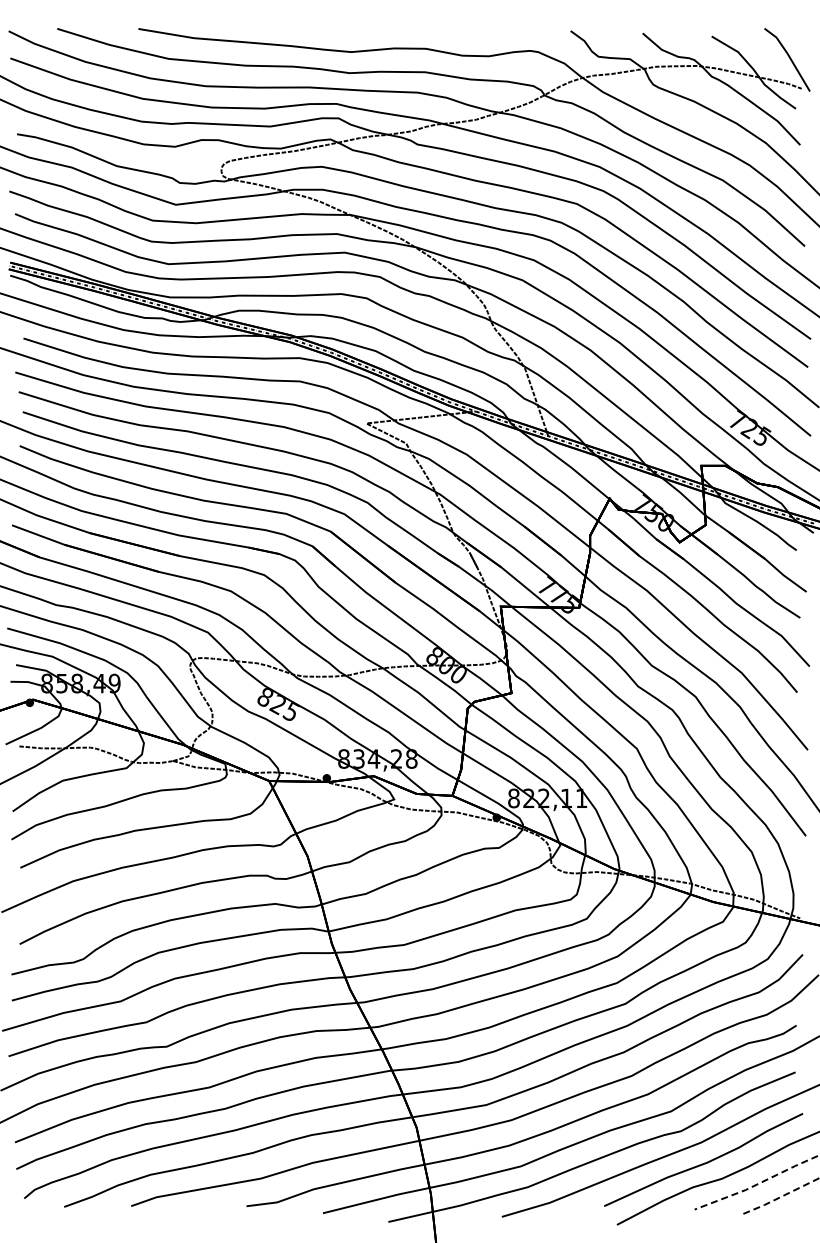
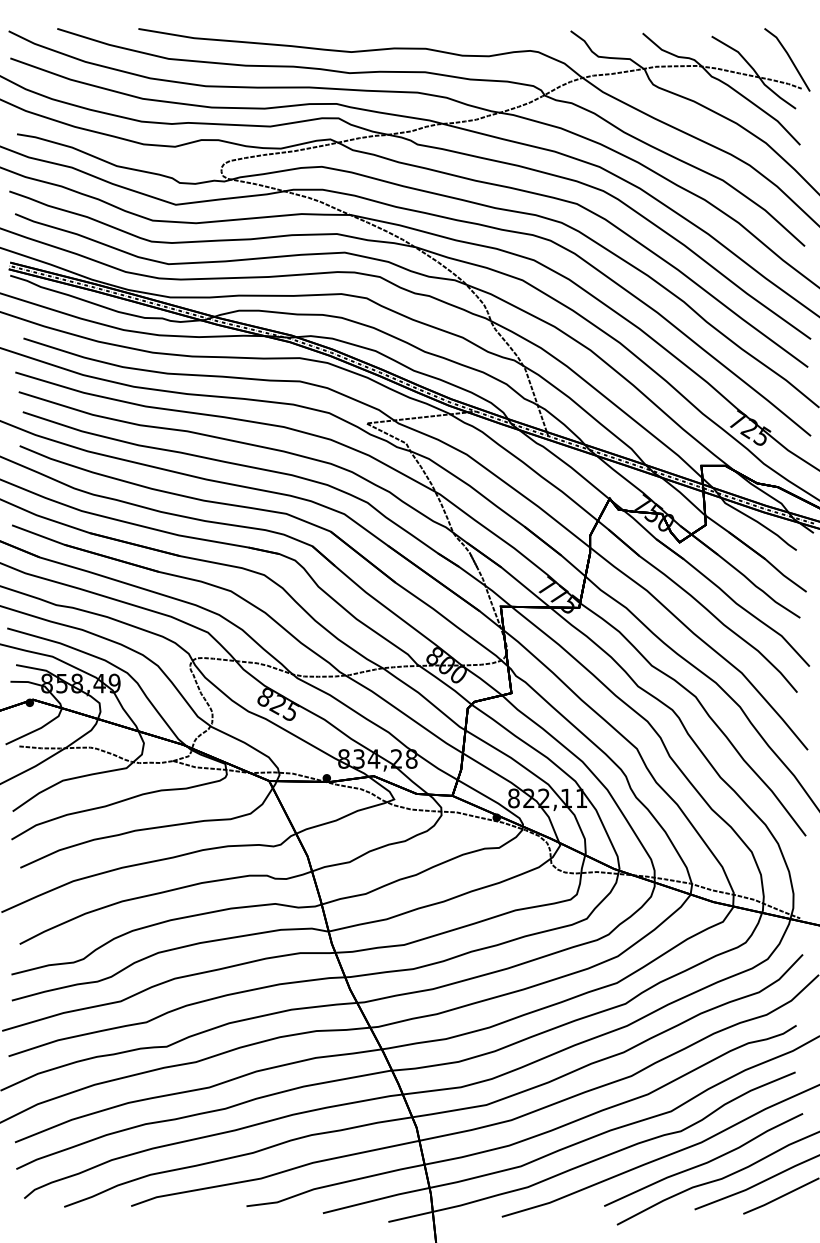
line at (757, 1184): dashed -> solid
line at (781, 1196): dashed -> solid
